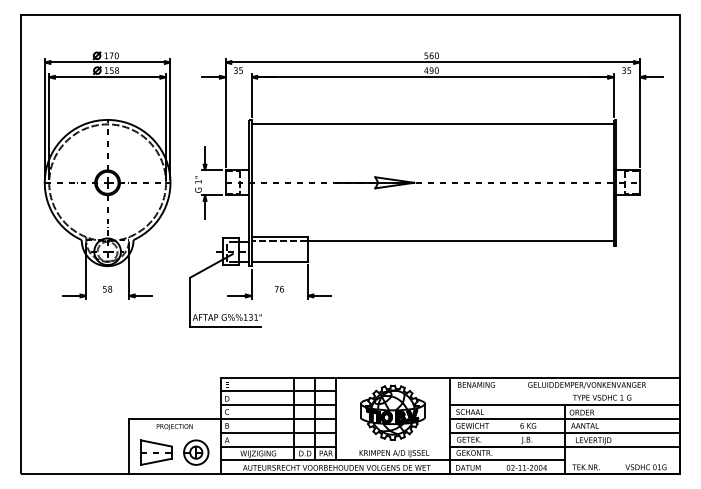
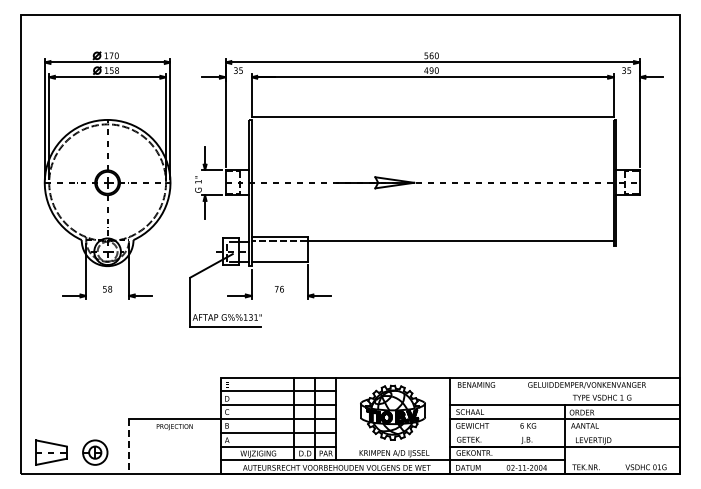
line at (432, 124) position: (432, 124) -> (432, 117)
line at (564, 432): present -> none
line at (128, 446): solid -> dashed
part at (156, 452) position: (156, 452) -> (51, 452)
part at (196, 452) position: (196, 452) -> (95, 452)
